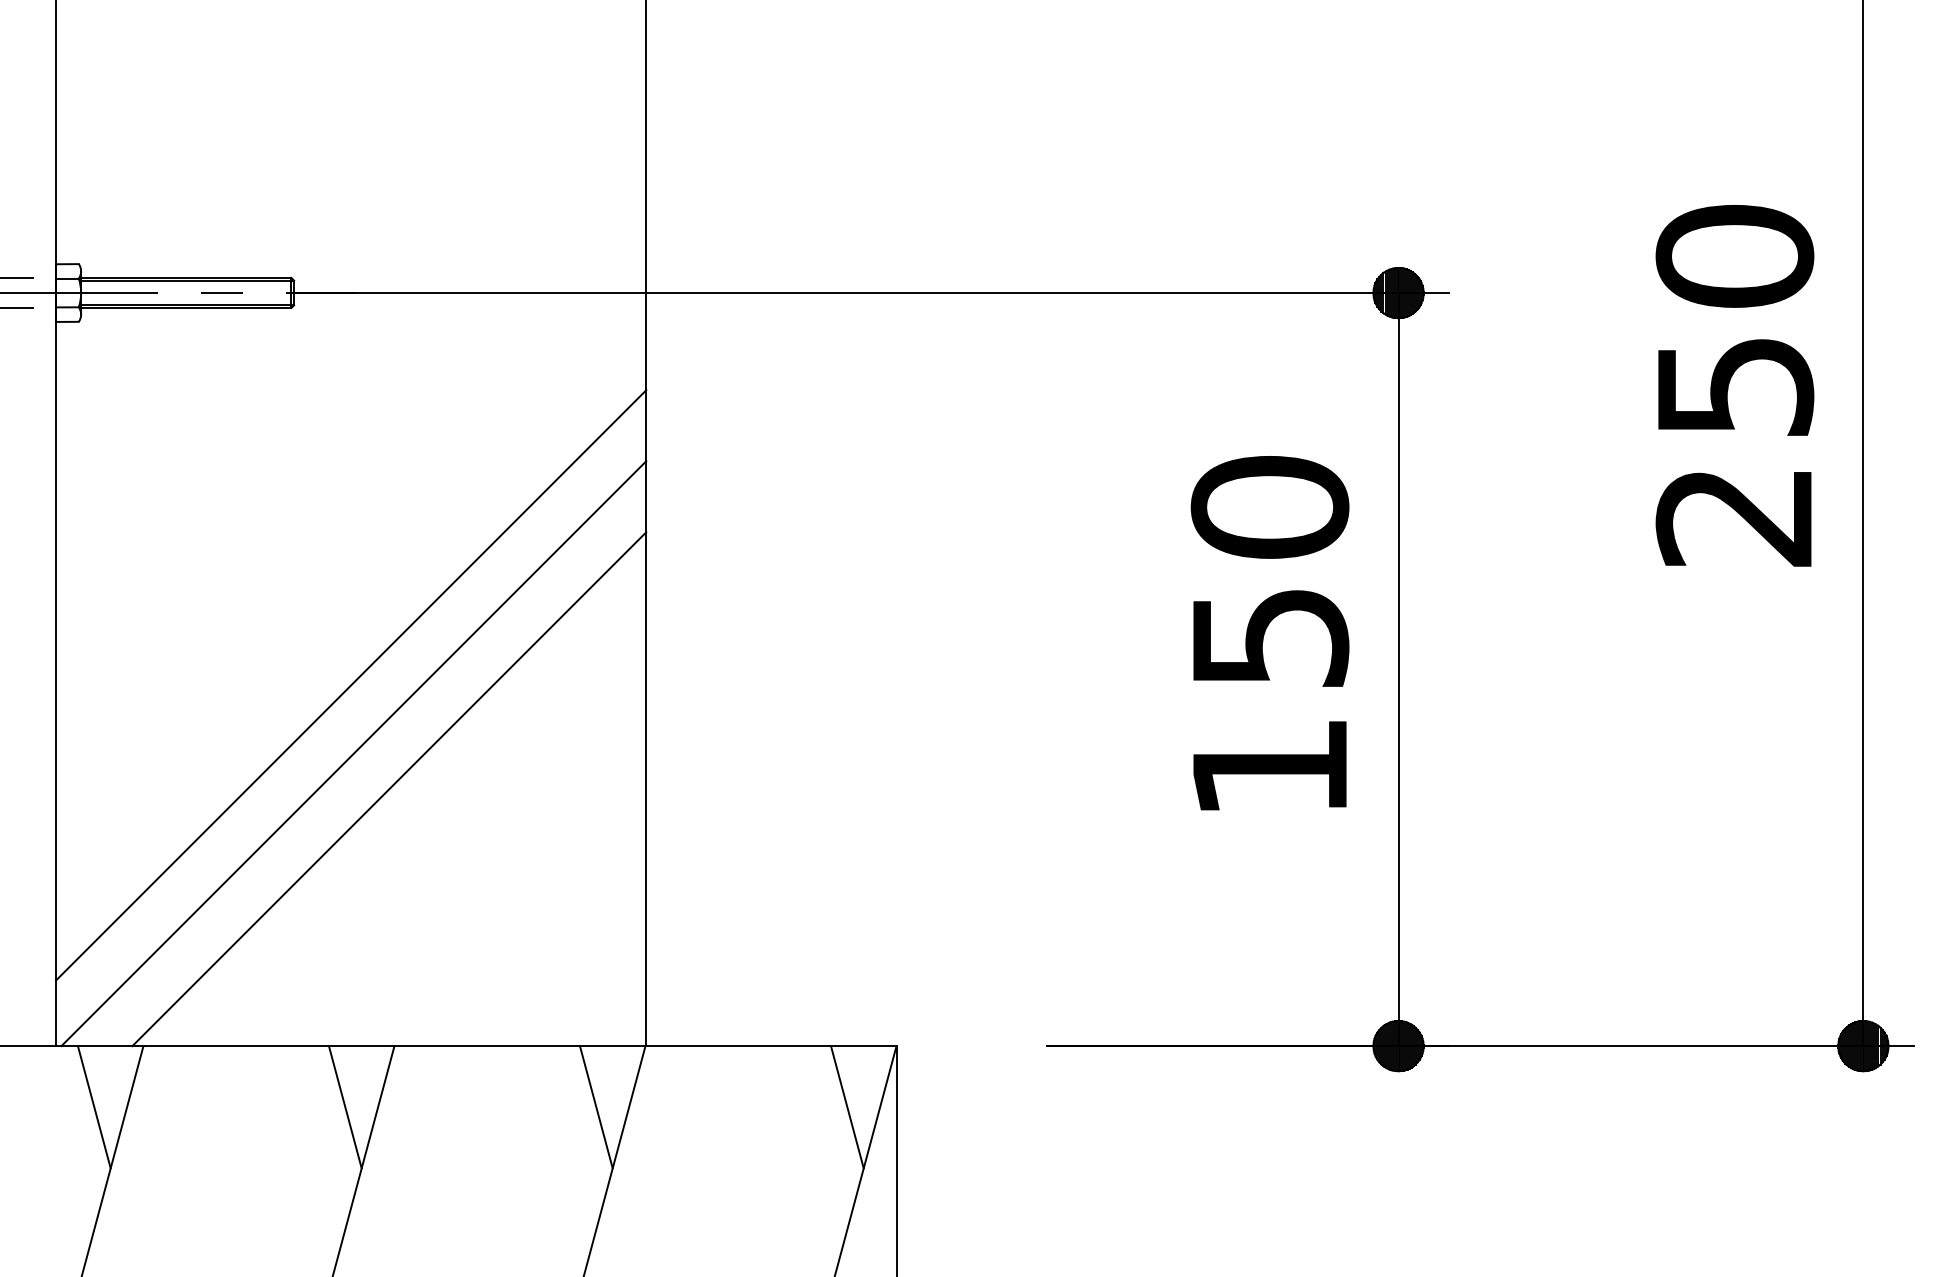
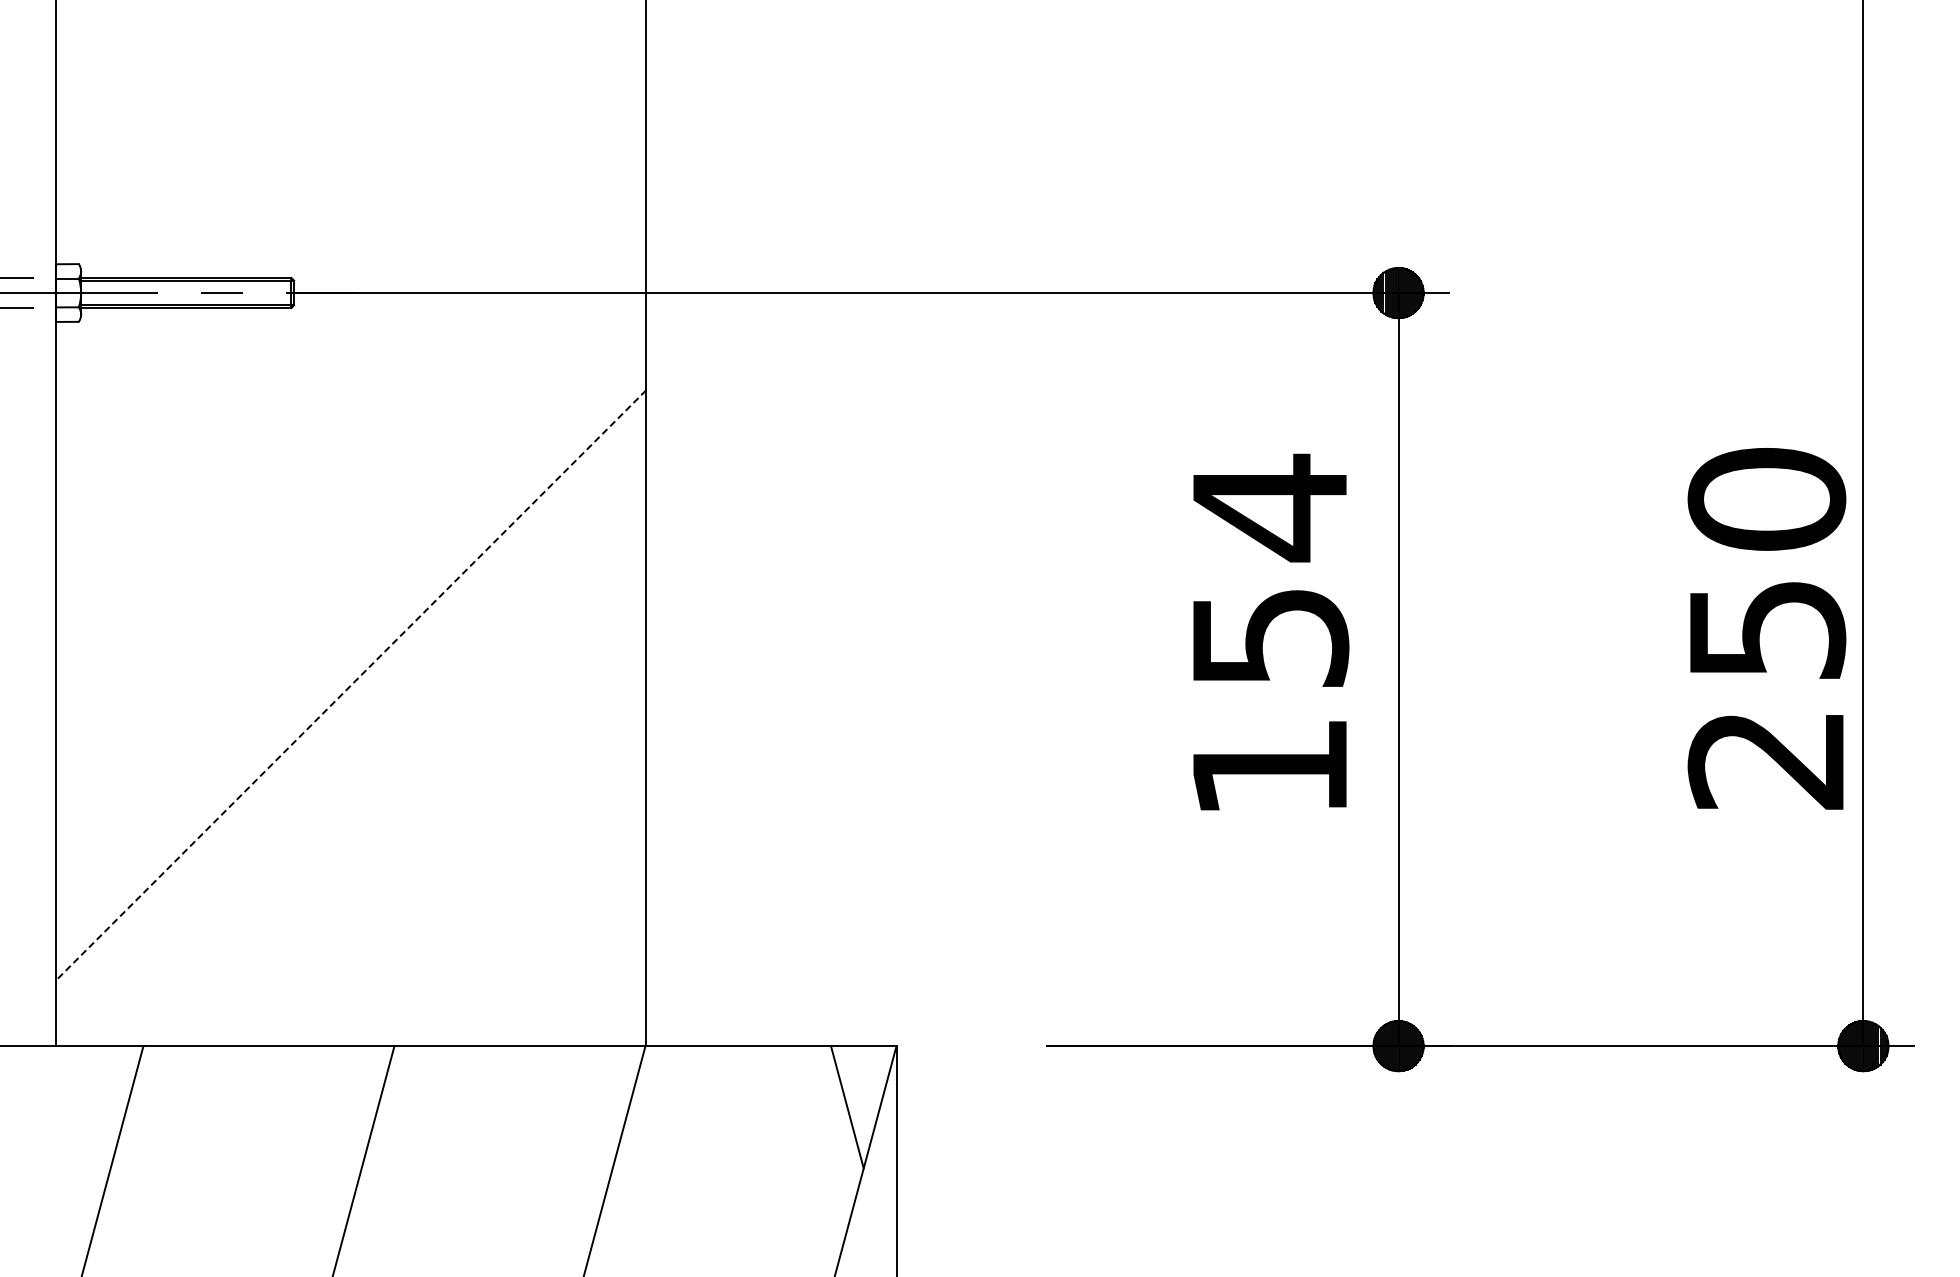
text at (1734, 385) position: (1734, 385) -> (1766, 628)
text at (1269, 507): 150 -> 154
line at (350, 685): solid -> dashed
line at (353, 753): present -> none
line at (389, 789): present -> none
line at (93, 1107): present -> none
line at (344, 1107): present -> none
line at (595, 1107): present -> none
